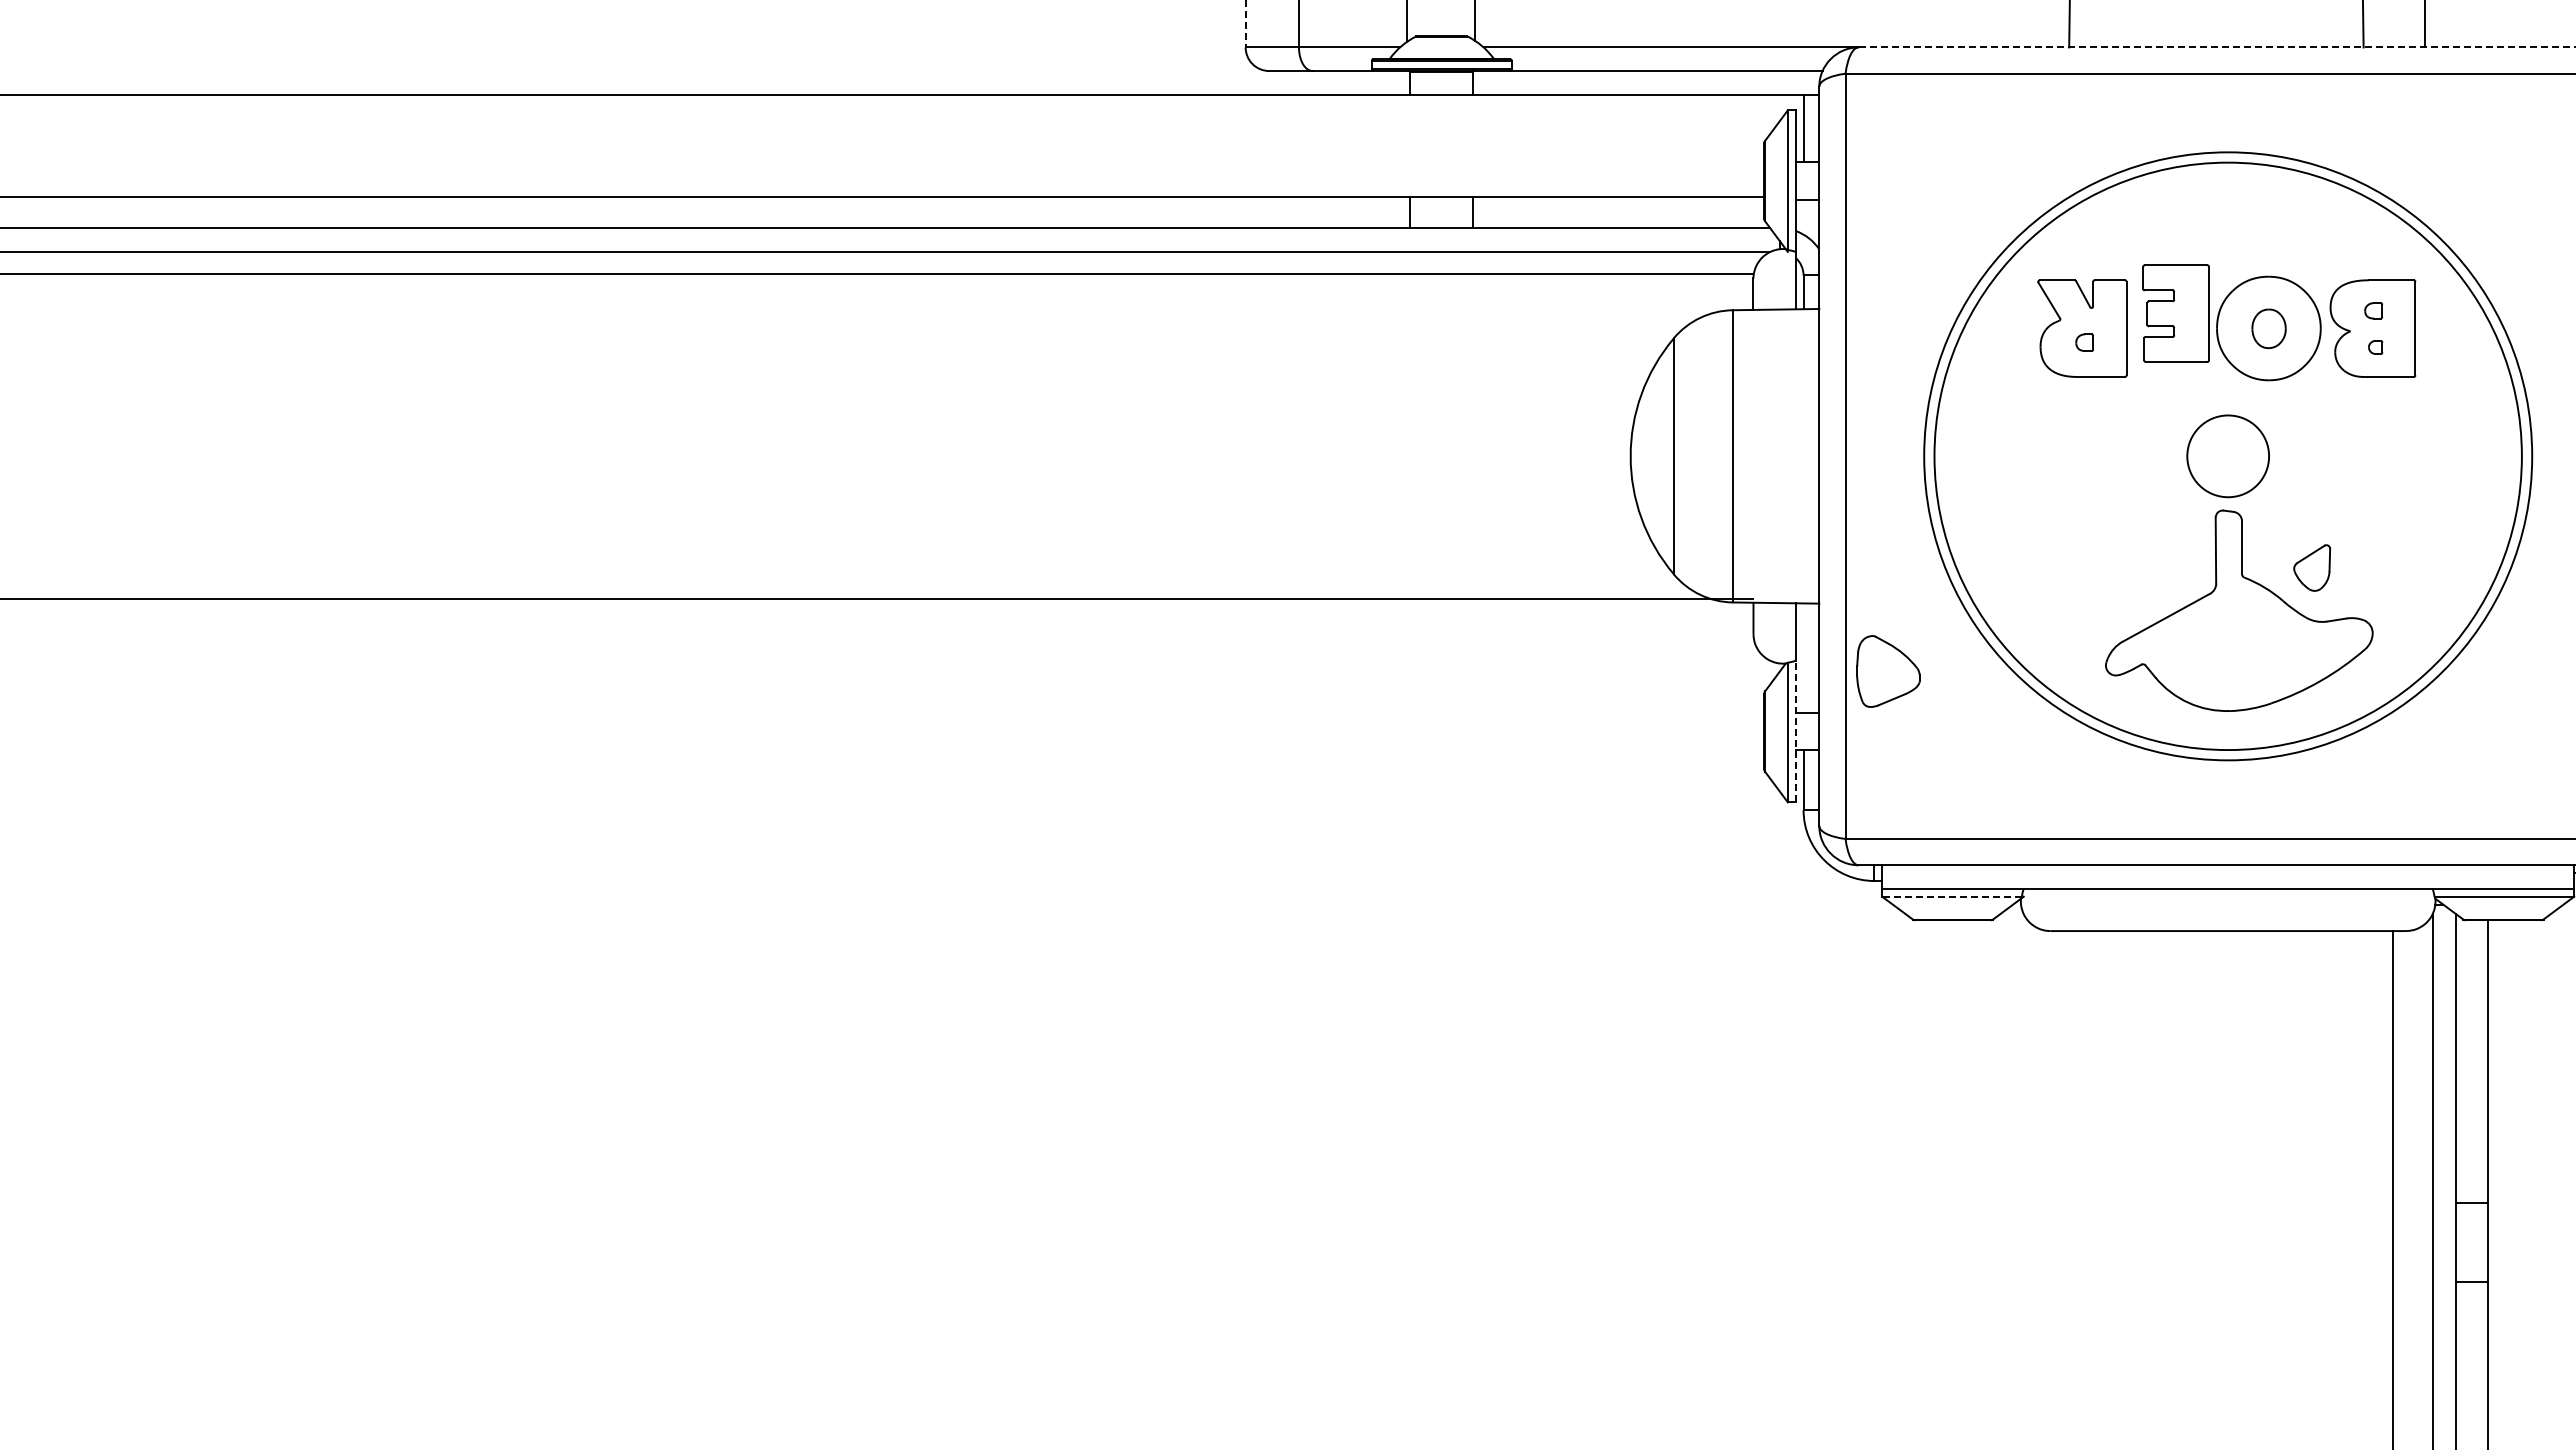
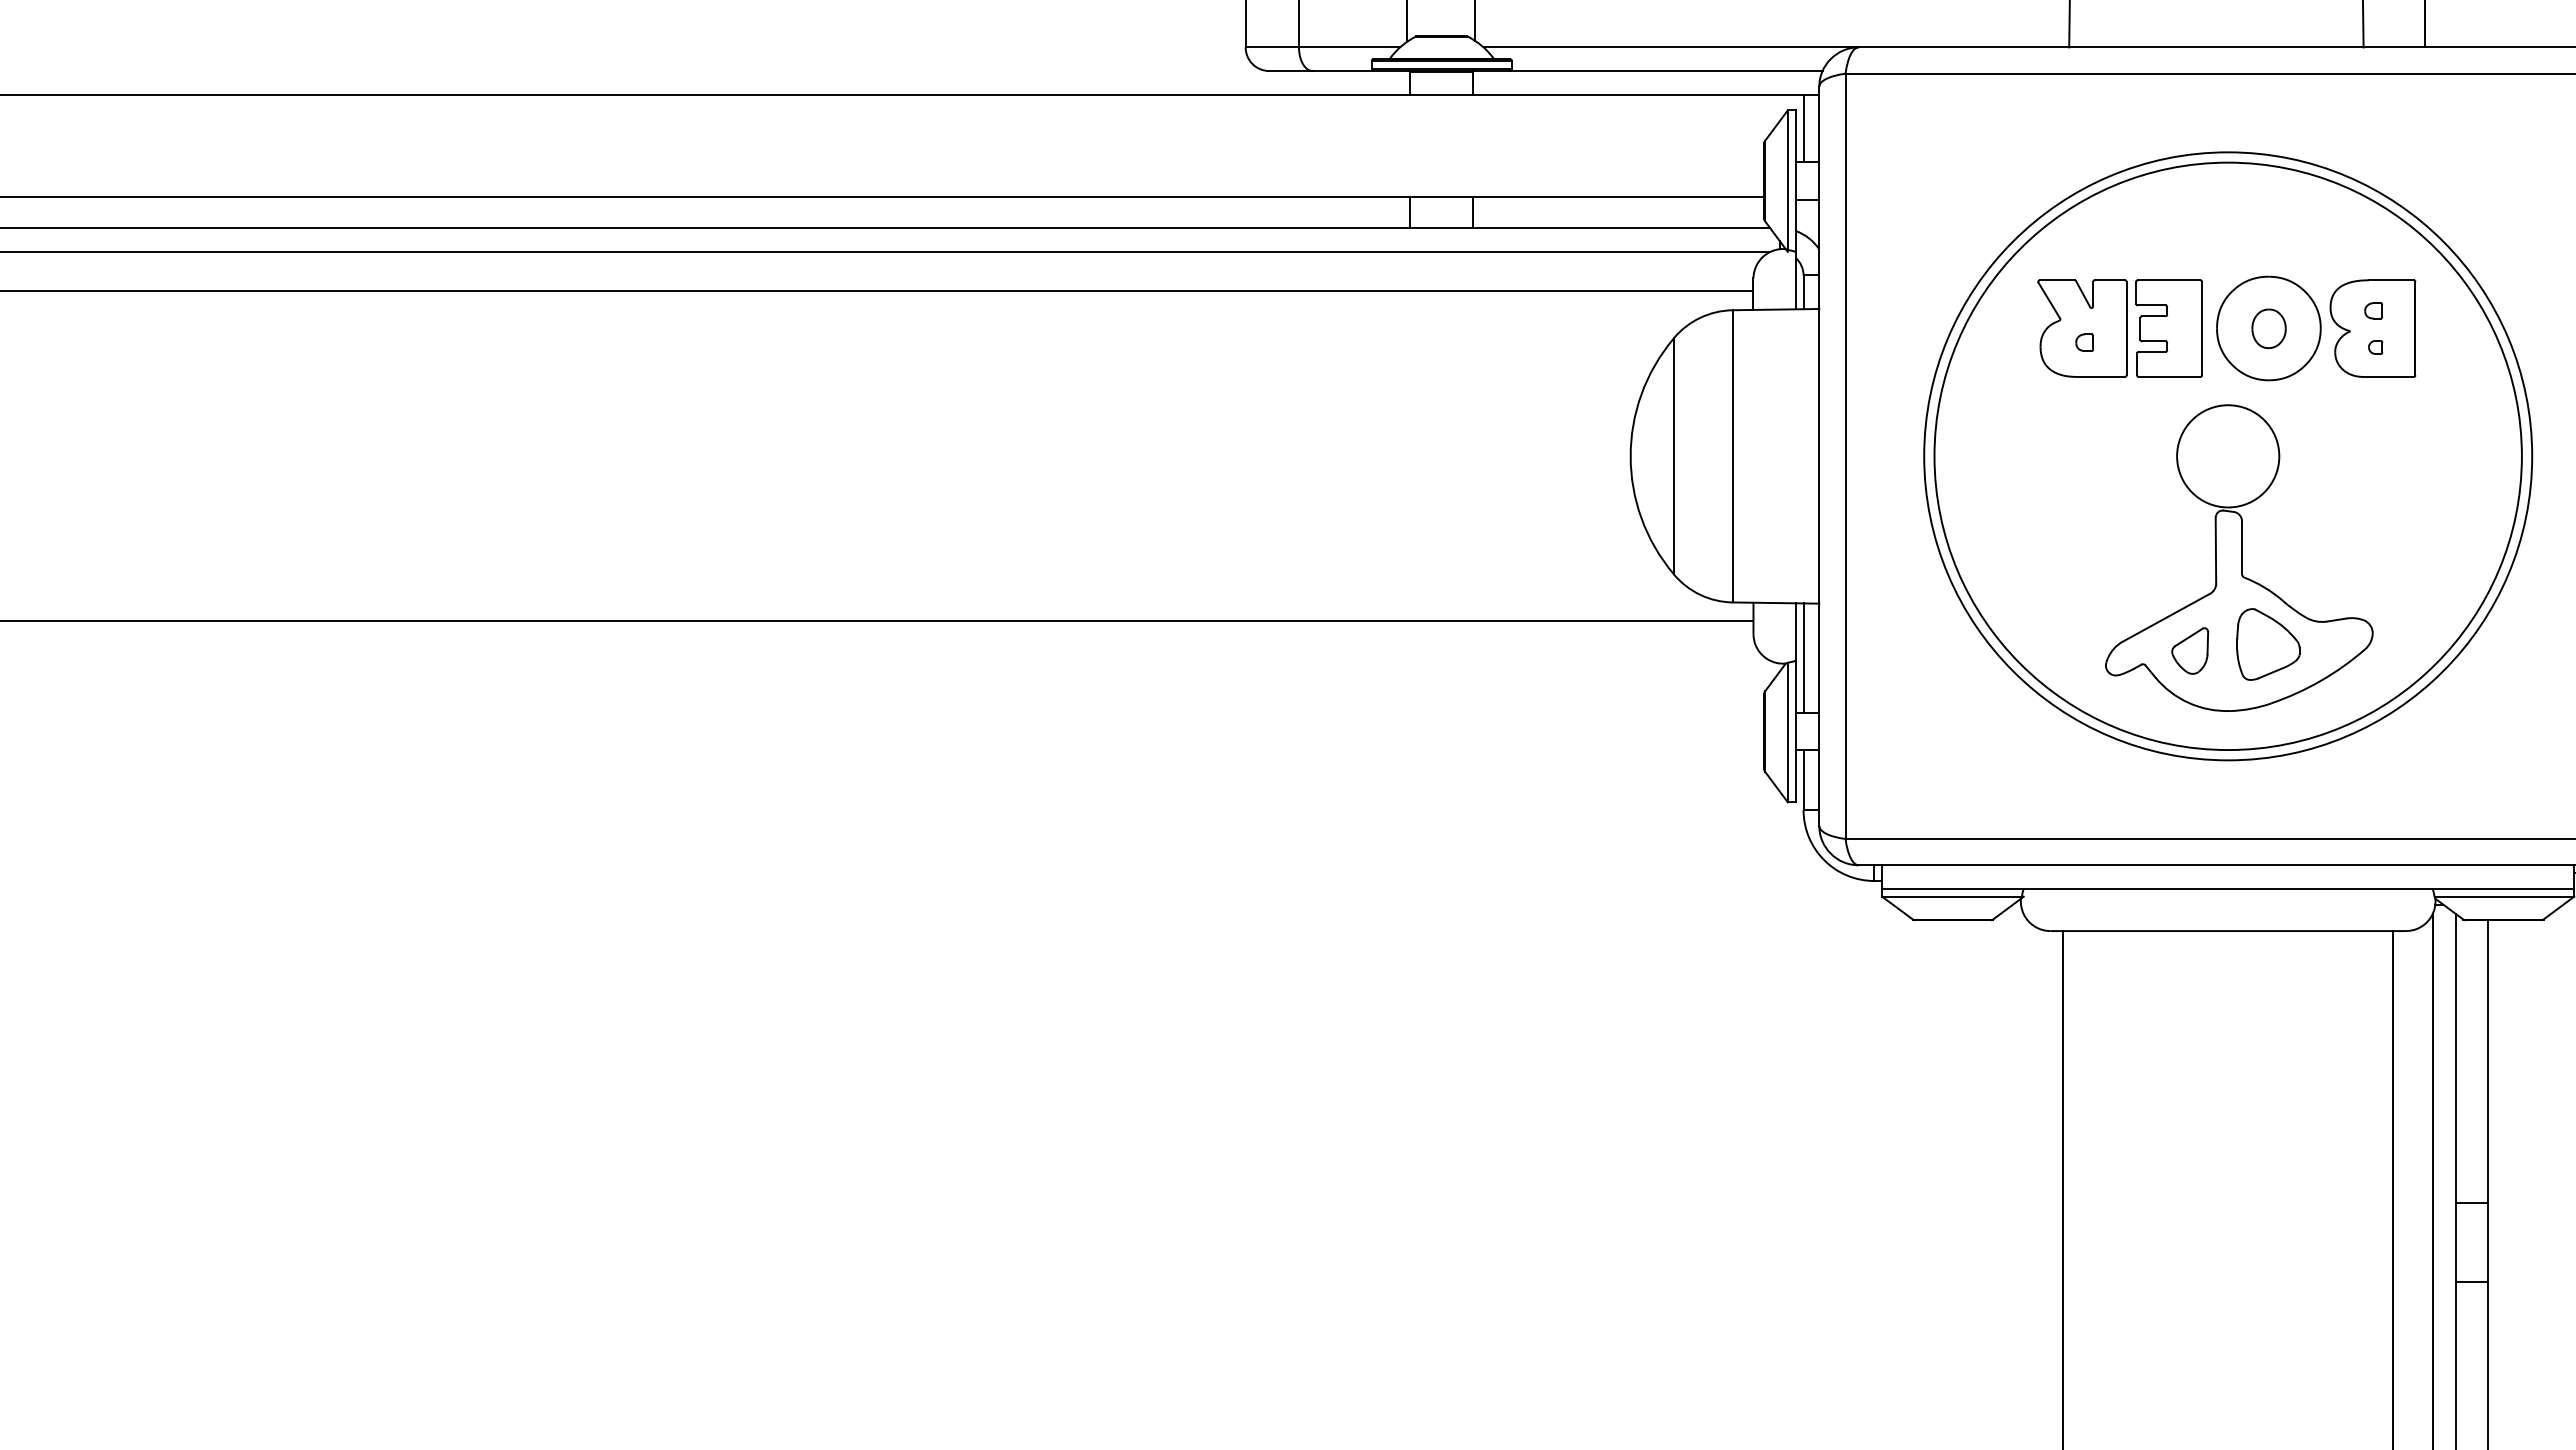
line at (1245, 24): dashed -> solid
line at (2217, 47): dashed -> solid
line at (877, 274) position: (877, 274) -> (877, 291)
part at (2175, 313) position: (2175, 313) -> (2168, 328)
circle at (2228, 456) diameter: 82 px -> 102 px
part at (2312, 567) position: (2312, 567) -> (2190, 650)
line at (877, 599) position: (877, 599) -> (877, 621)
line at (1803, 657): none -> present
part at (1888, 671) position: (1888, 671) -> (2268, 644)
line at (1795, 731): dashed -> solid
line at (1952, 896): dashed -> solid
line at (2063, 1188): none -> present
